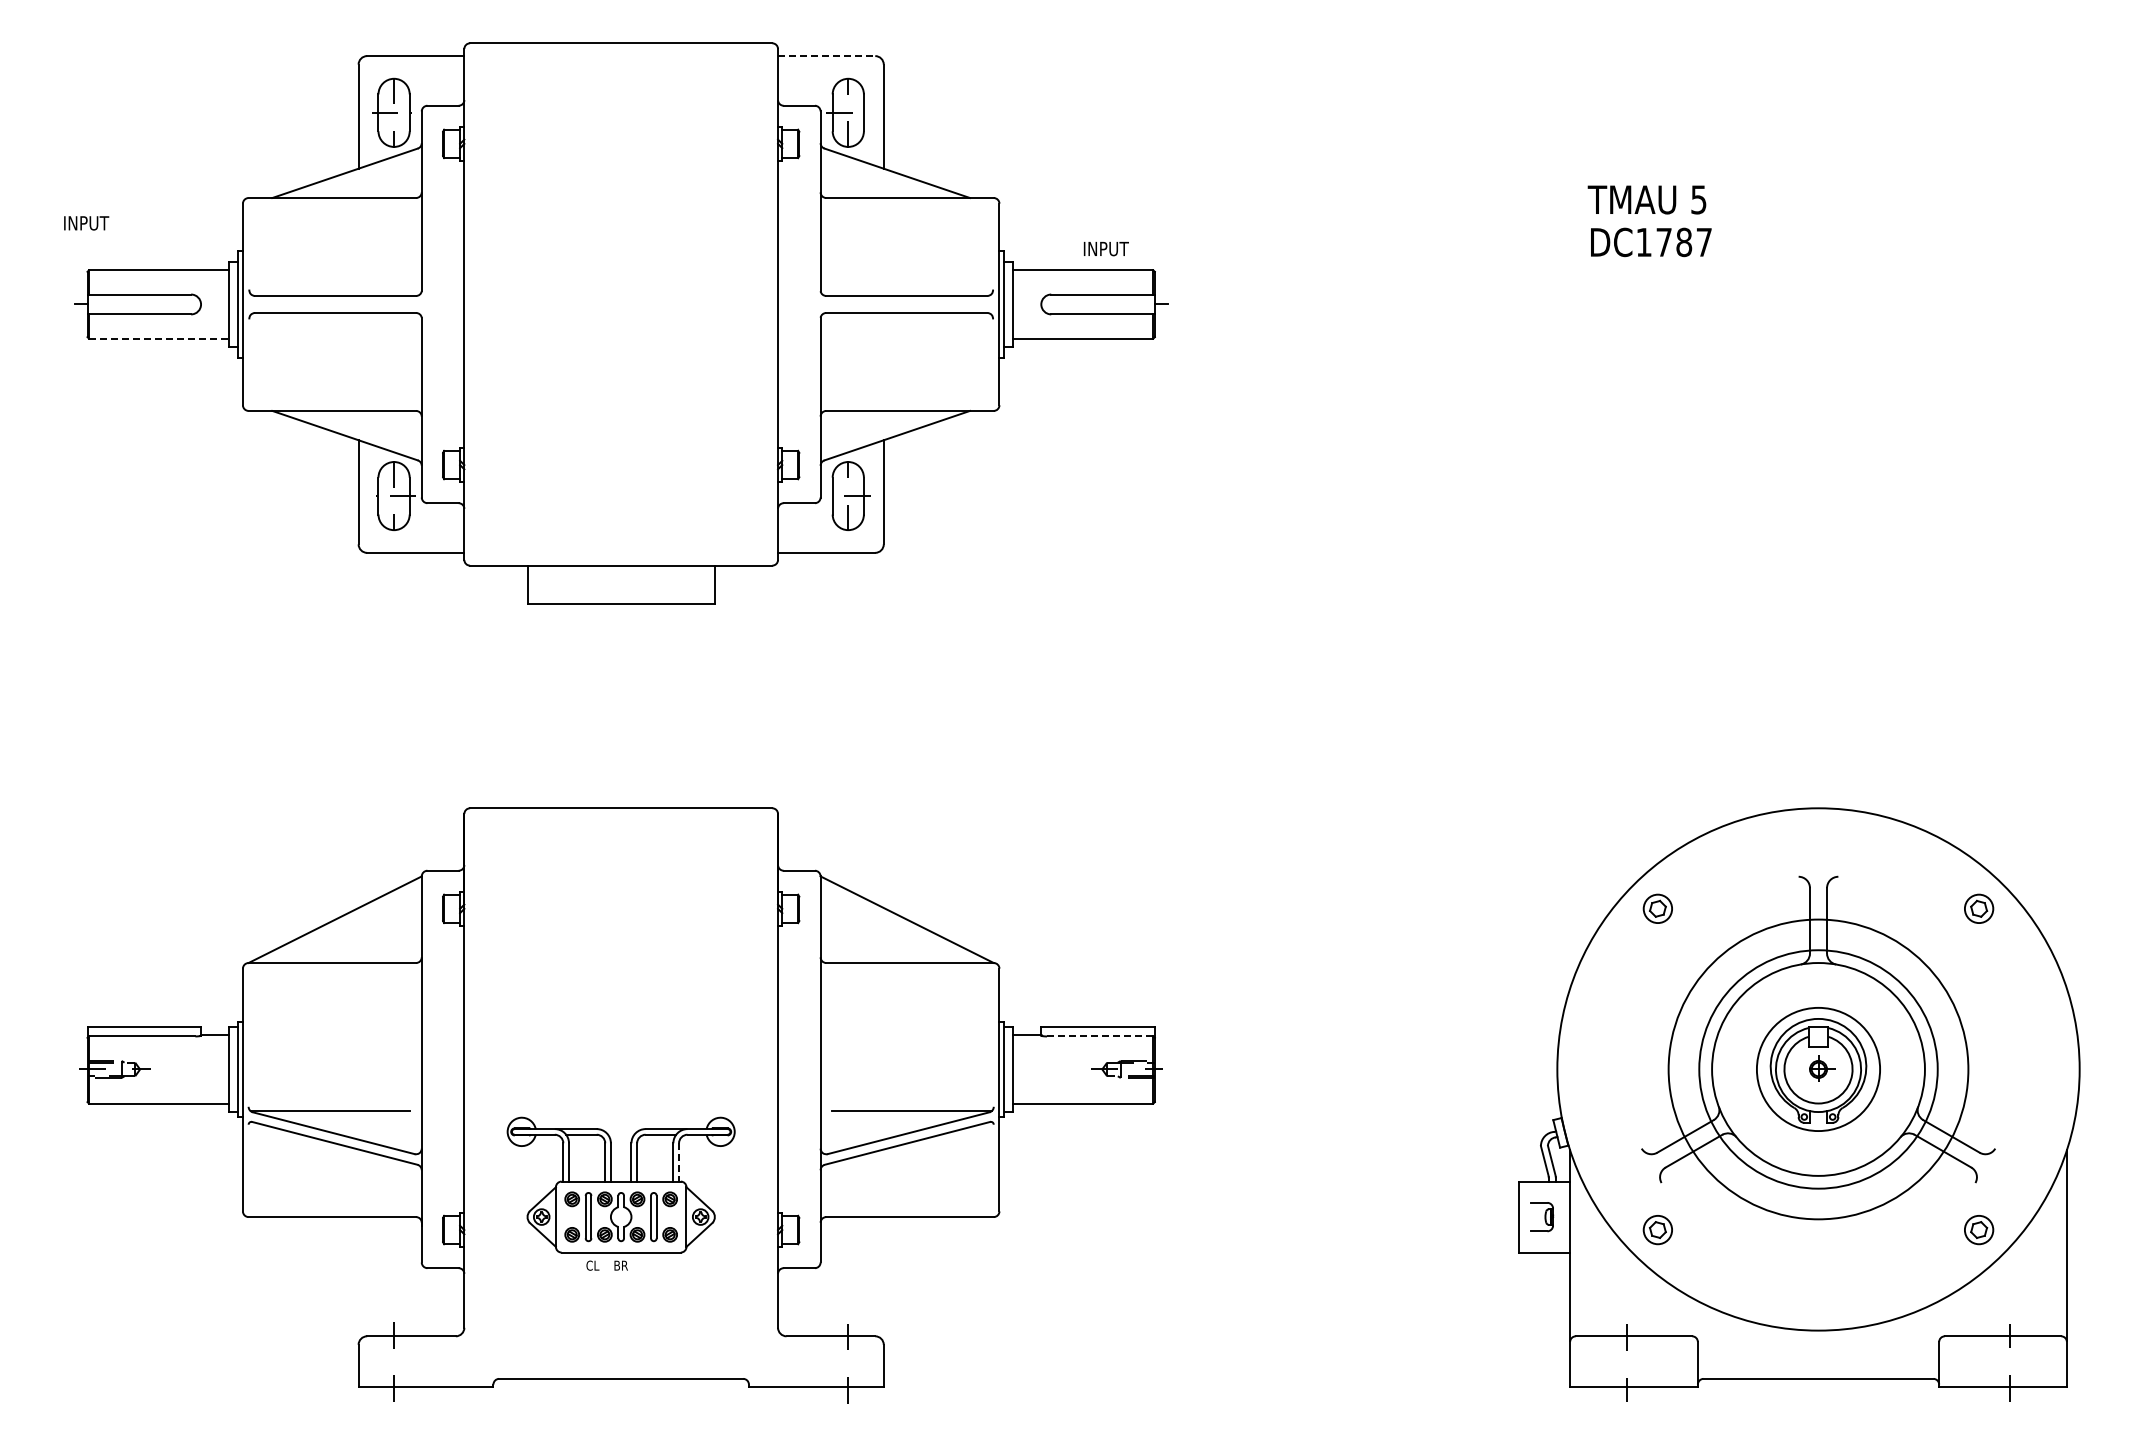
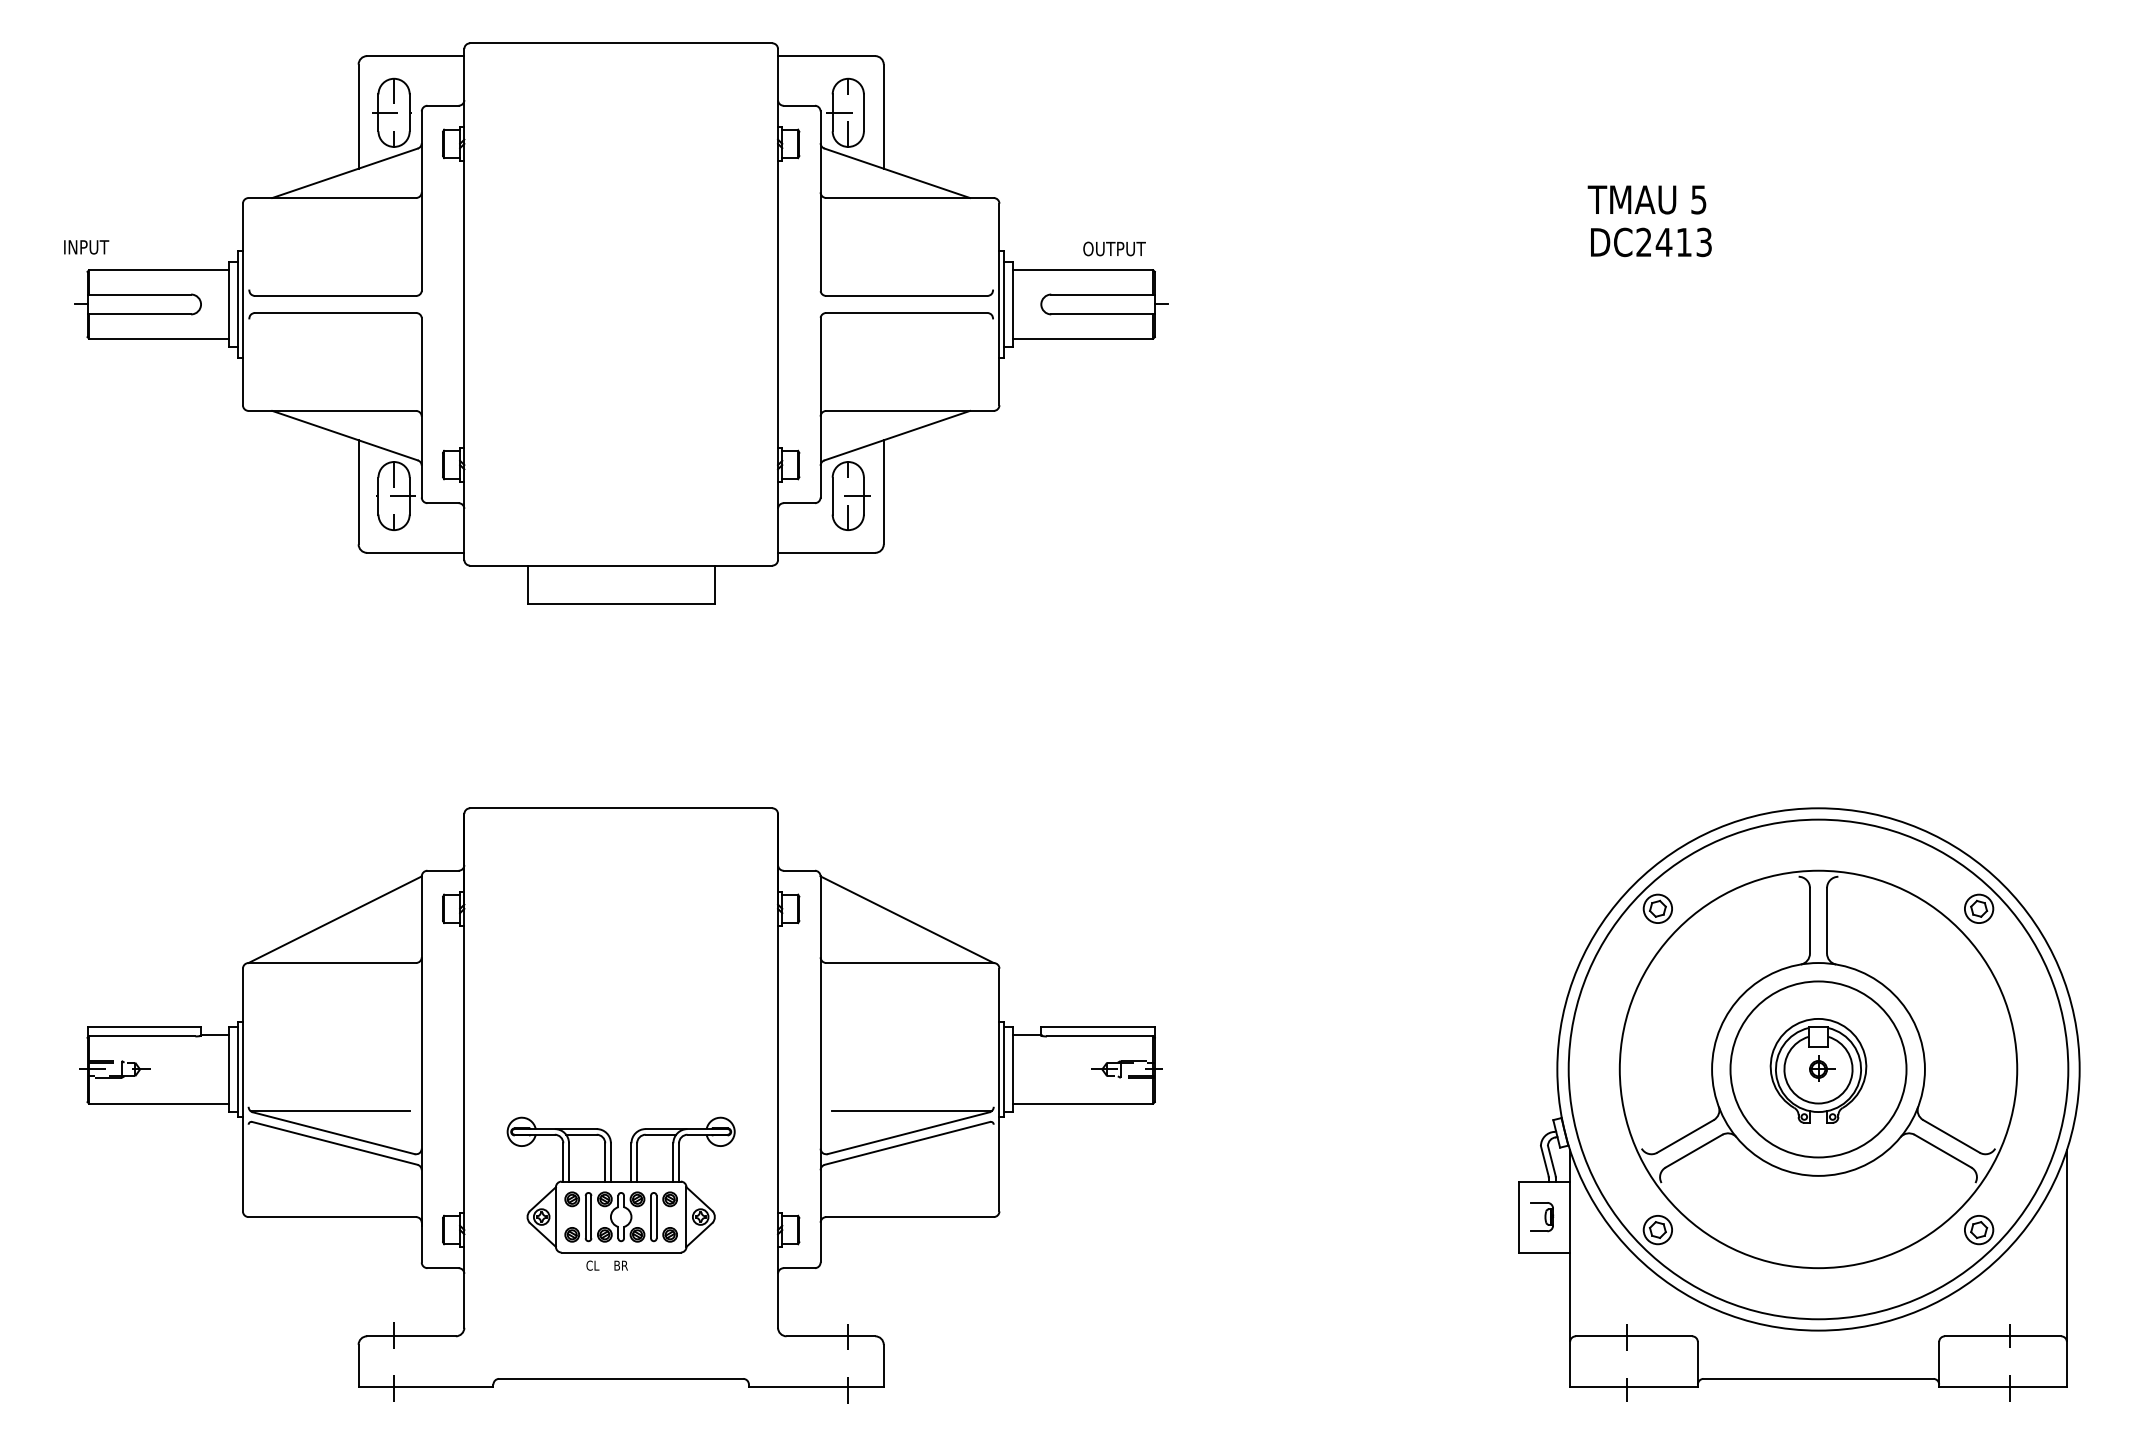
line at (826, 56): dashed -> solid
text at (86, 223) position: (86, 223) -> (86, 247)
text at (1673, 242): DC1787 -> DC2413
text at (1114, 248): INPUT -> OUTPUT
line at (159, 338): dashed -> solid
line at (1100, 1036): dashed -> solid
circle at (1818, 1069) diameter: 123 px -> 176 px
circle at (1818, 1069) diameter: 238 px -> 397 px
circle at (1818, 1069) diameter: 300 px -> 500 px
line at (679, 1162): dashed -> solid
